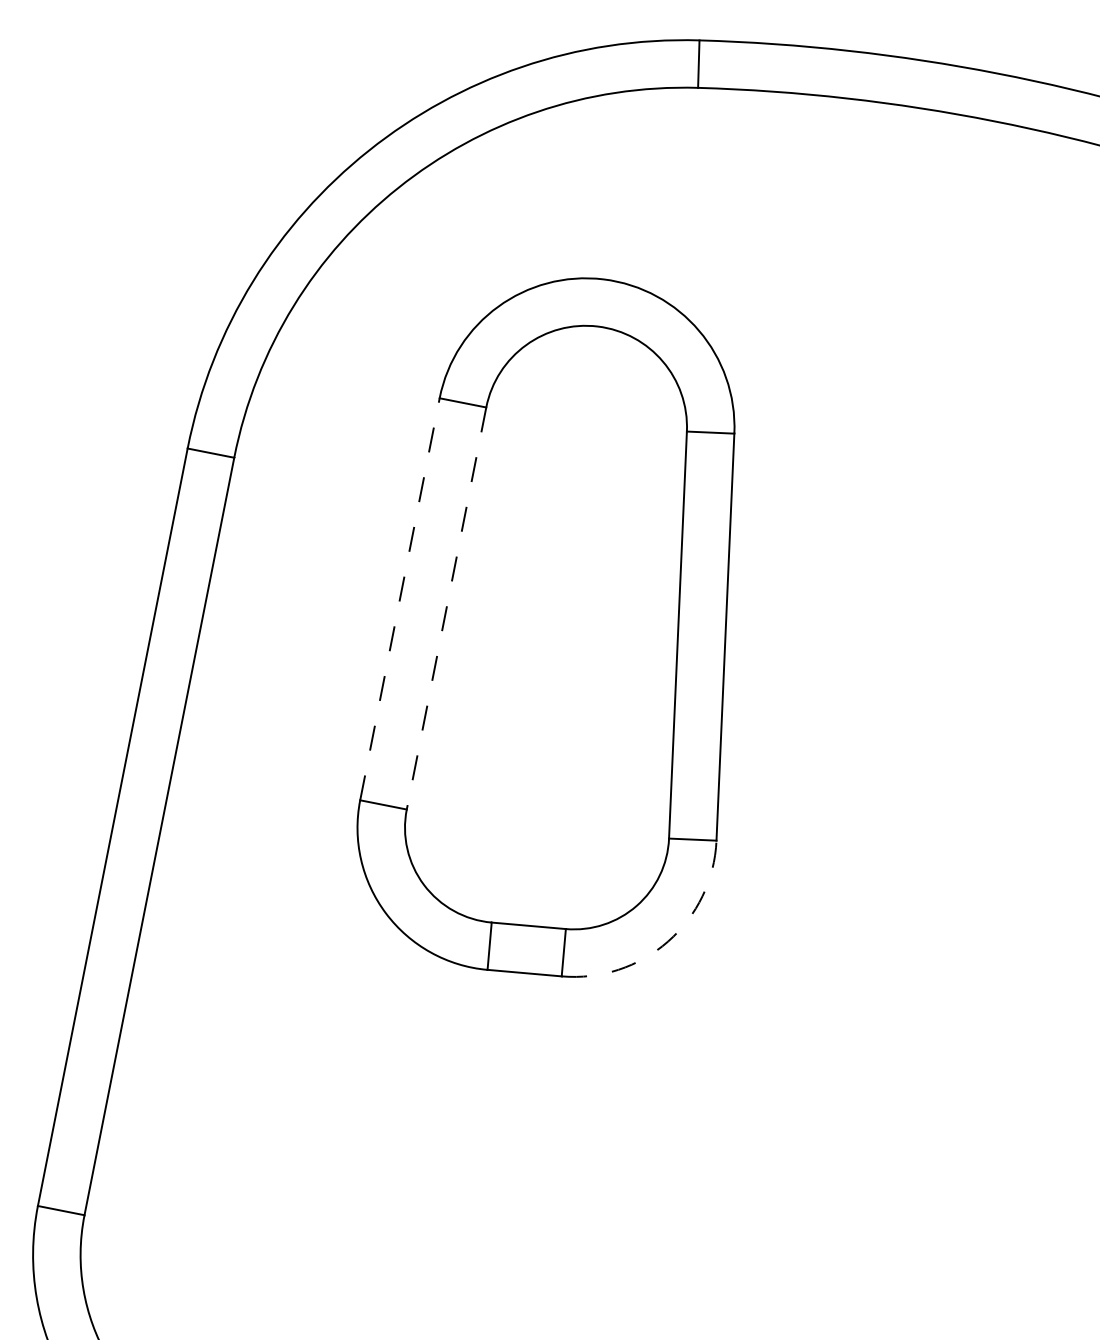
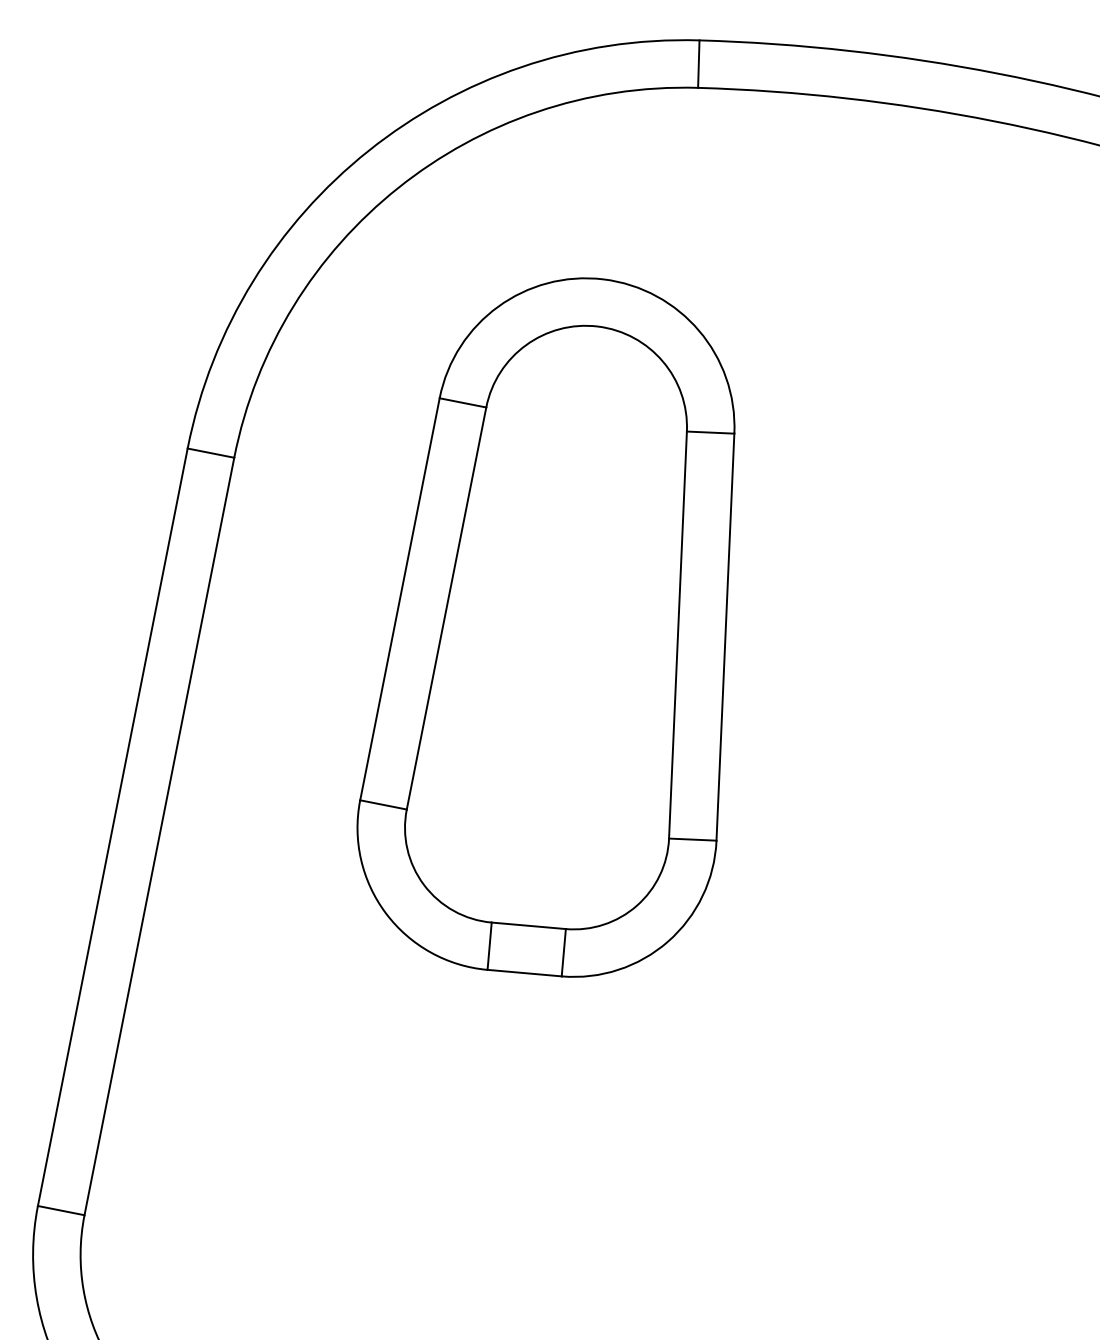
line at (399, 599): dashed -> solid
line at (446, 608): dashed -> solid
arc at (668, 941): dashed -> solid
